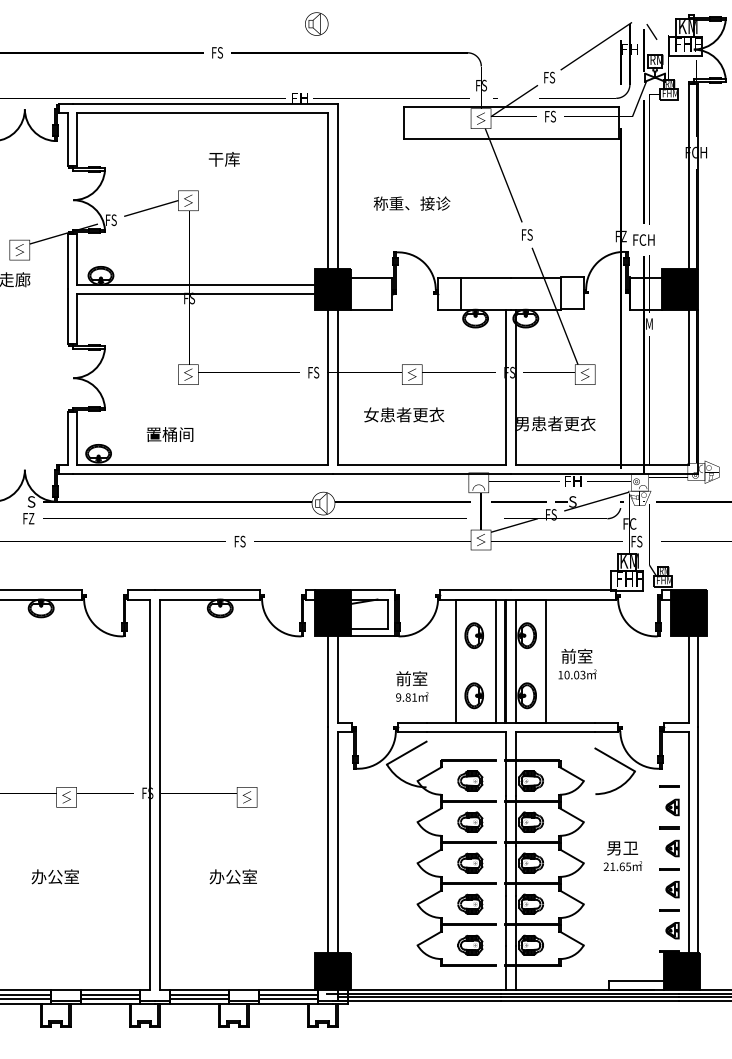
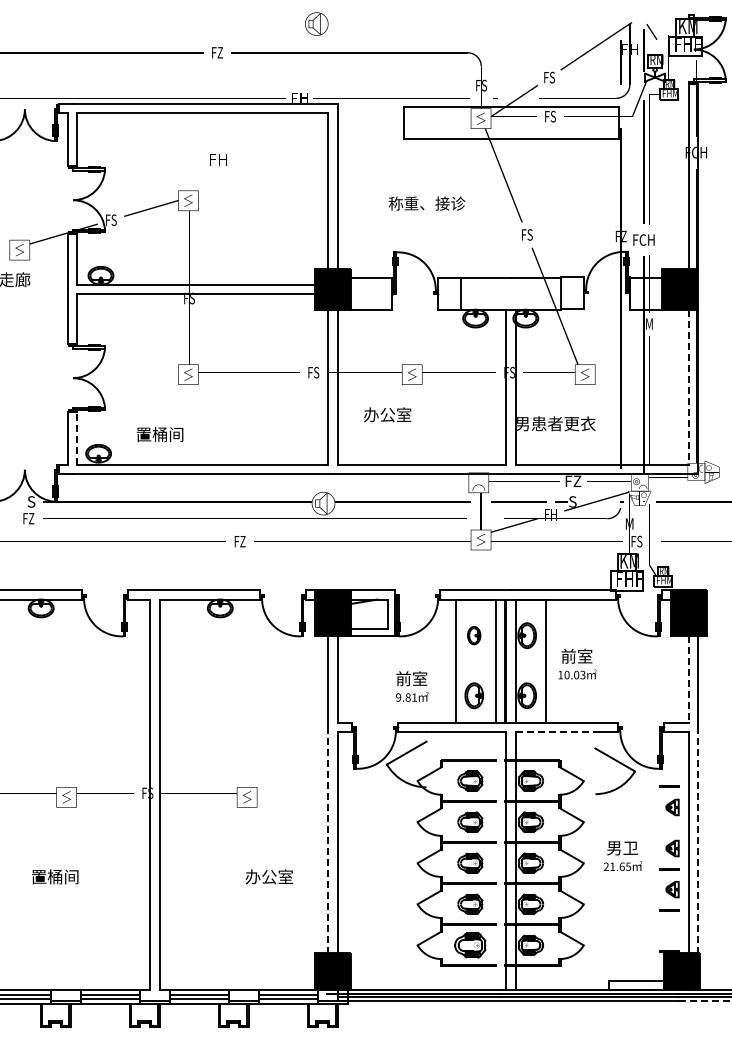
text at (219, 52): FS -> FZ
text at (223, 159): 干库 -> FH
text at (411, 203) position: (411, 203) -> (426, 203)
line at (688, 387): solid -> dashed
text at (404, 414): 女患者更衣 -> 办公室
text at (169, 434) position: (169, 434) -> (159, 434)
line at (77, 438): solid -> dashed
text at (573, 481): FH -> FZ
text at (550, 514): FS -> FH
text at (629, 523): FC -> M
text at (242, 541): FS -> FZ
part at (473, 635) size: 20x27 px -> 15x20 px
line at (688, 679): solid -> dashed
line at (555, 731): solid -> dashed
line at (669, 827): present -> none
line at (328, 840): solid -> dashed
line at (698, 840): solid -> dashed
text at (54, 876): 办公室 -> 置桶间
text at (232, 876) position: (232, 876) -> (268, 876)
part at (672, 930): present -> none
part at (470, 944) size: 27x22 px -> 33x27 px
line at (705, 1001): solid -> dashed
